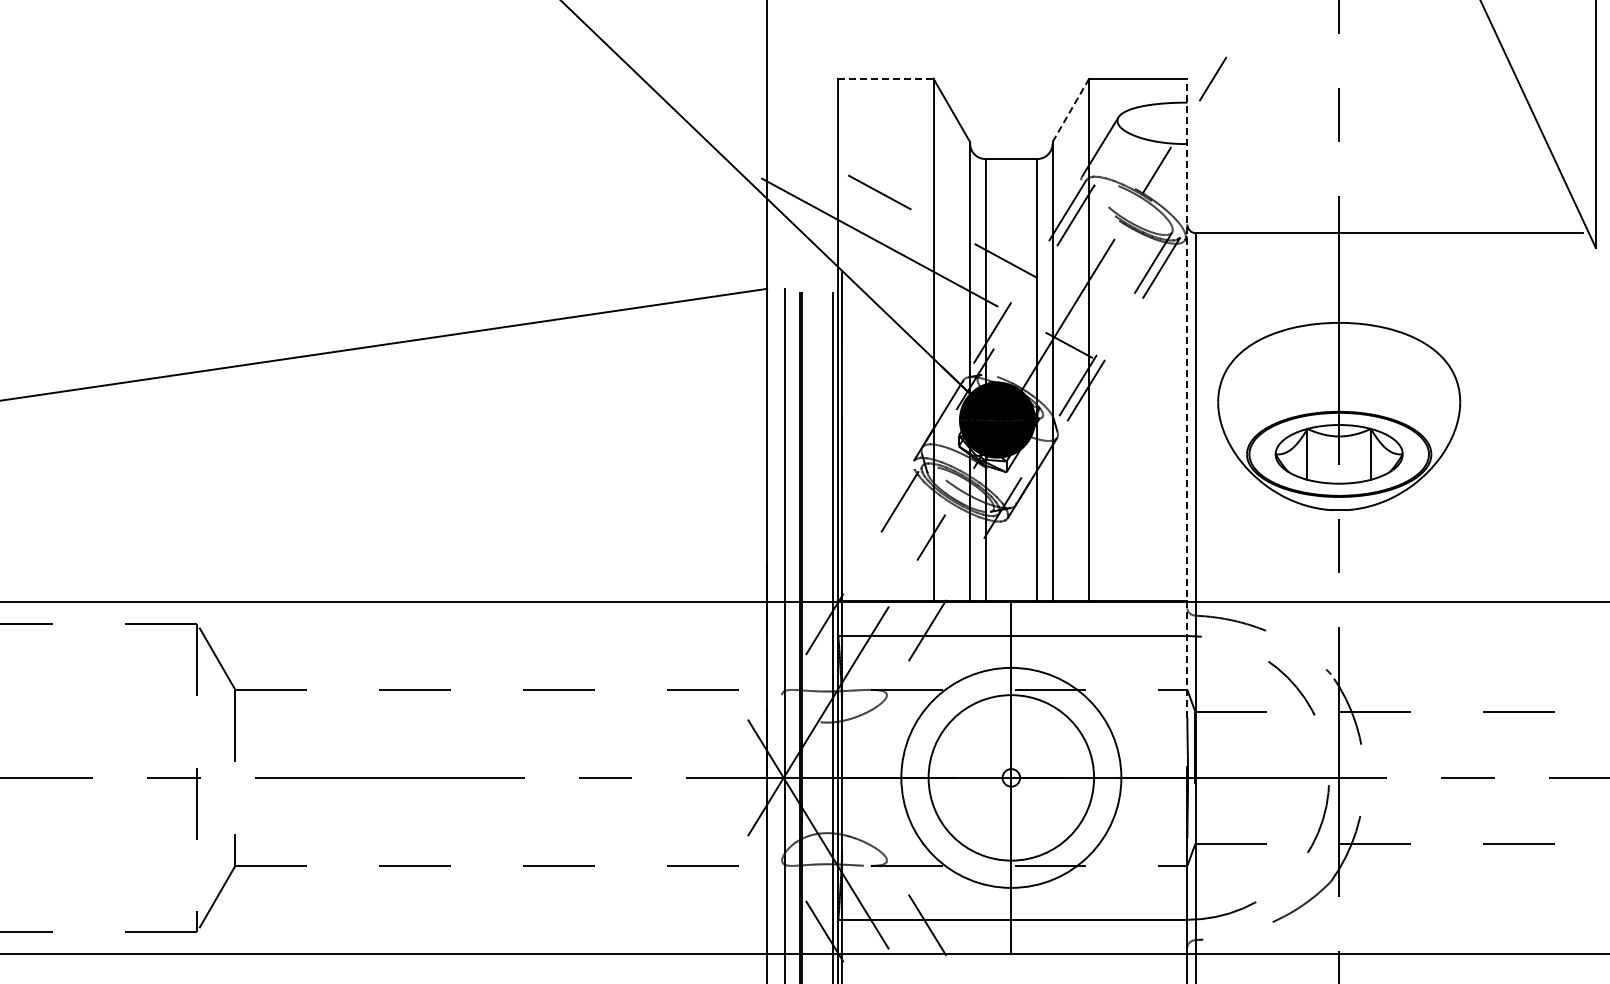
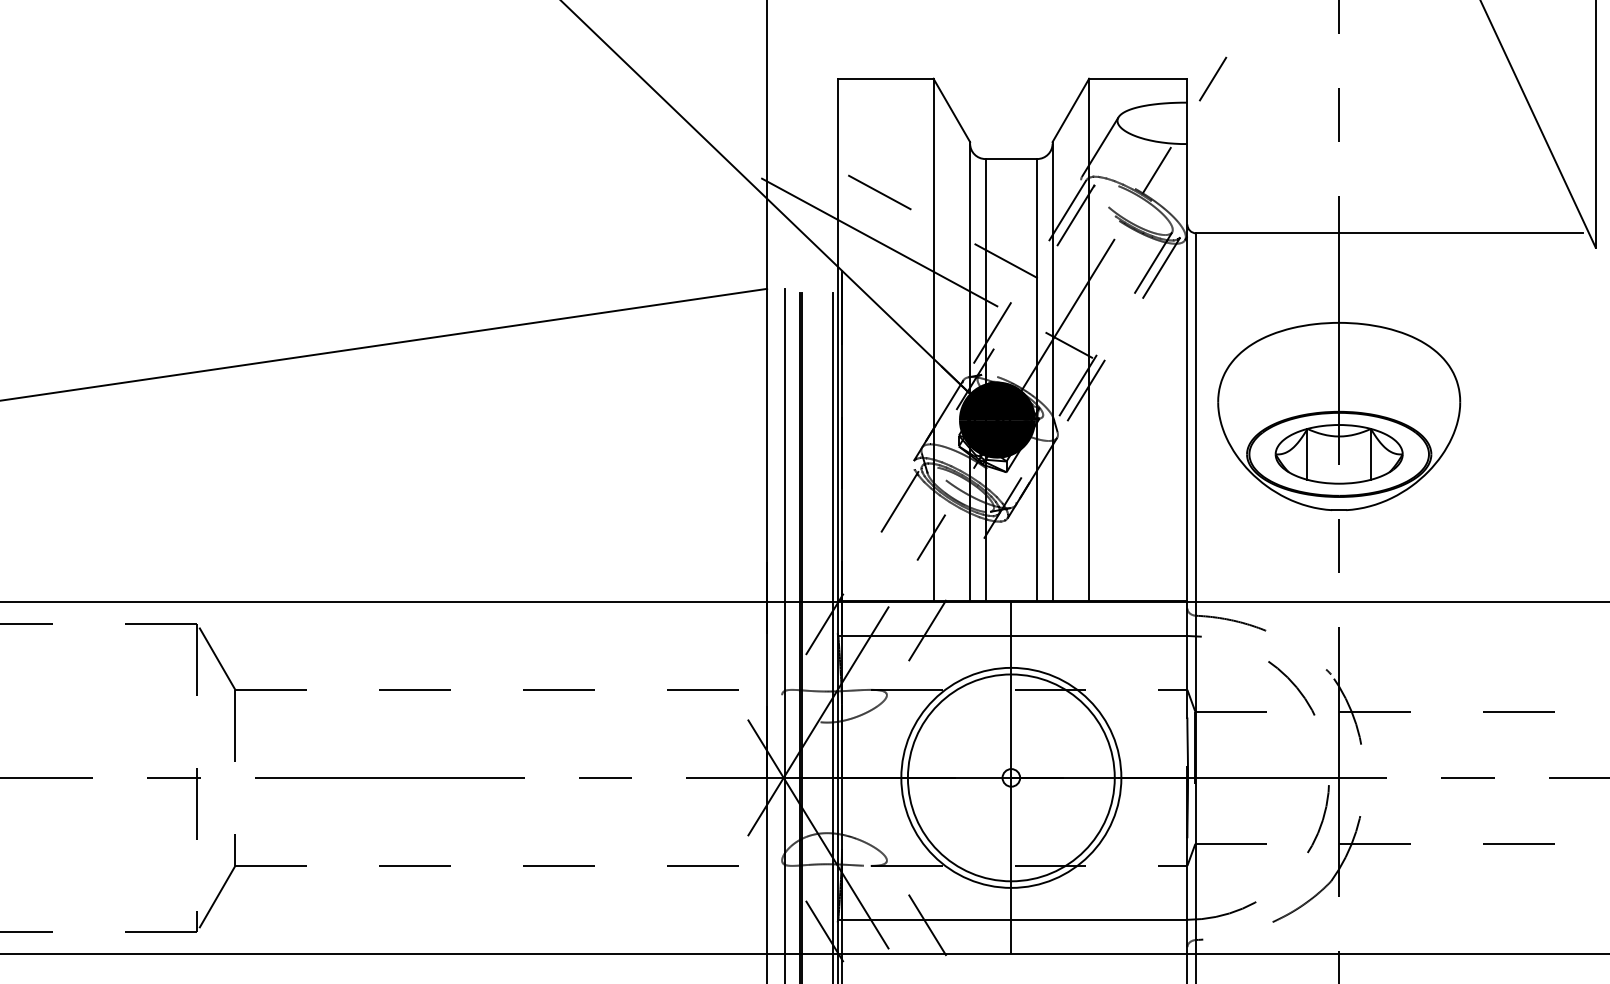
line at (886, 78): dashed -> solid
line at (1070, 110): dashed -> solid
line at (1187, 397): dashed -> solid
circle at (1011, 777) diameter: 165 px -> 207 px
